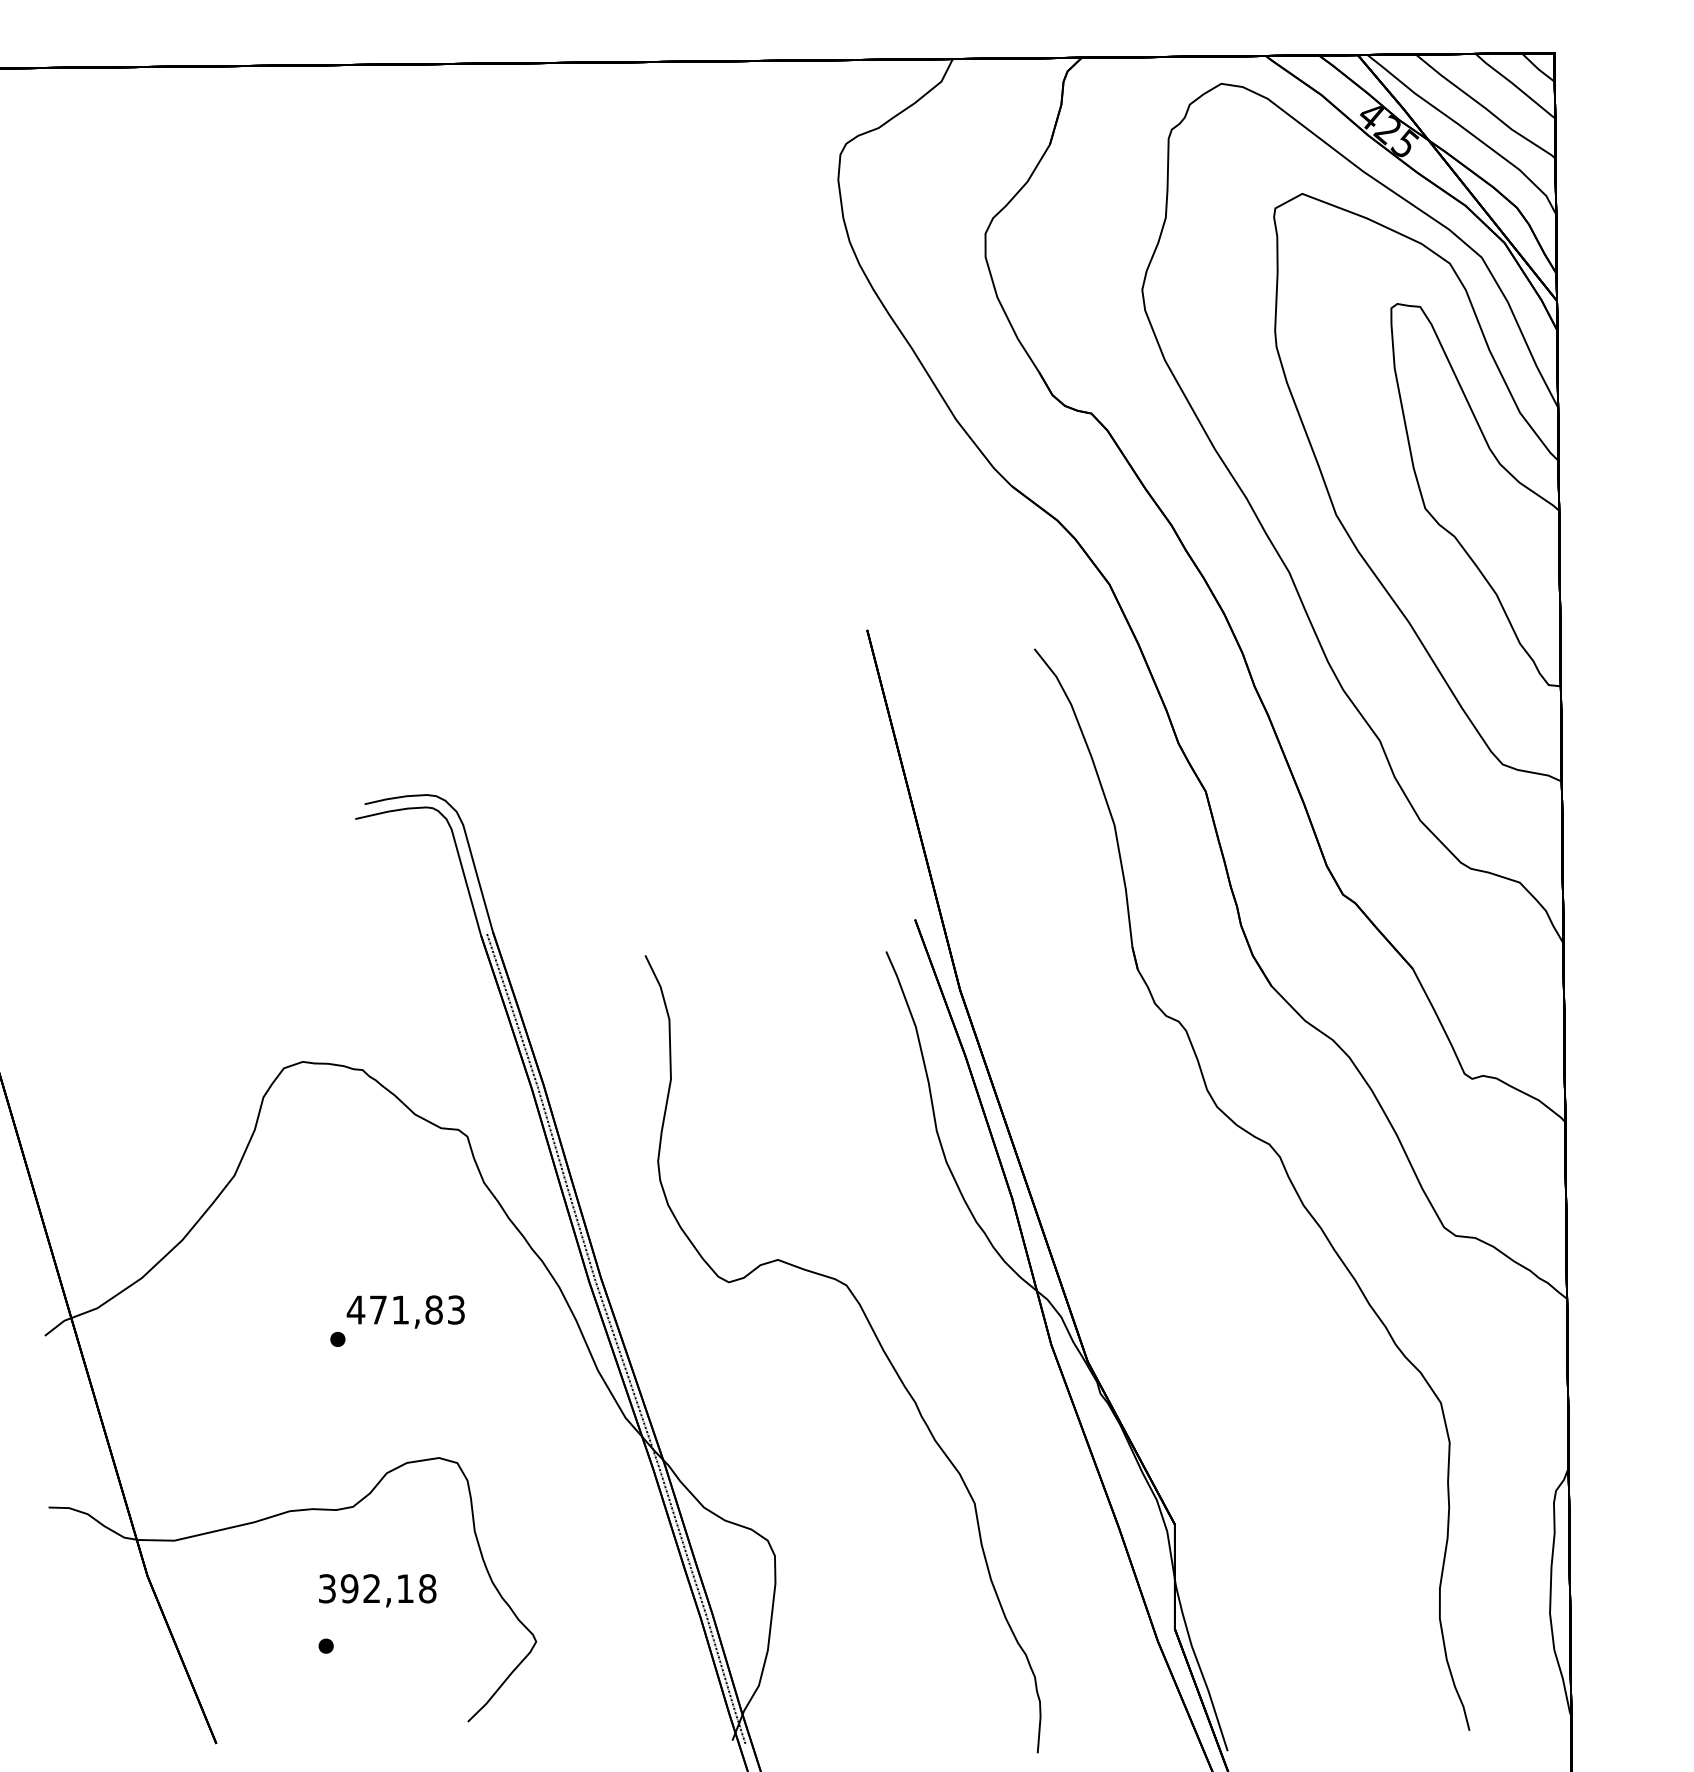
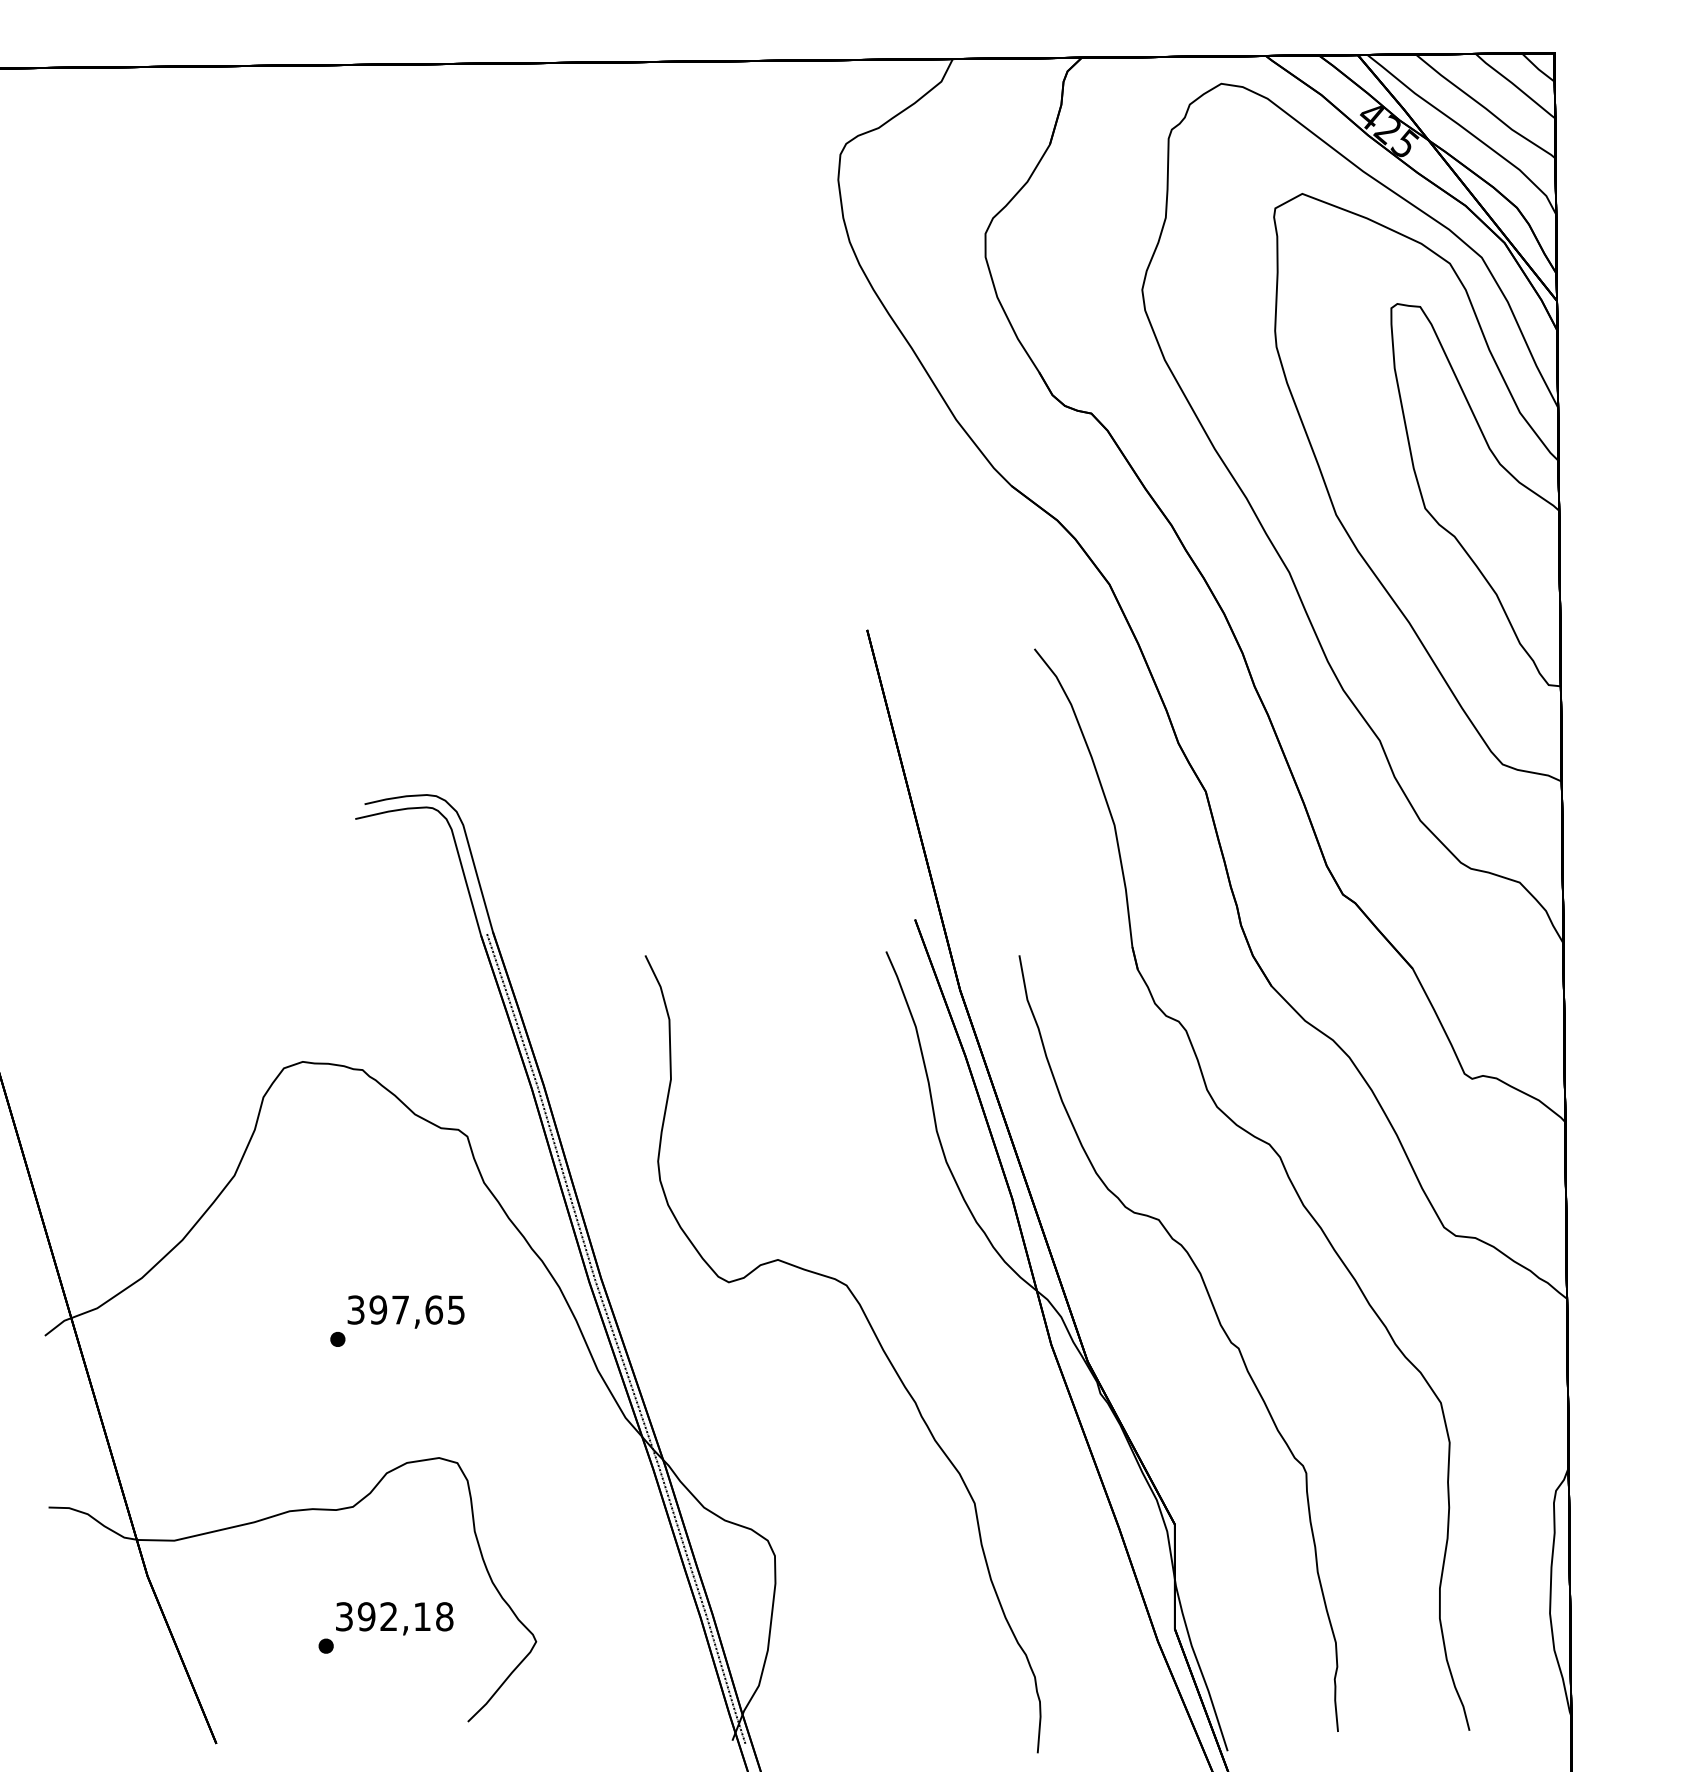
text at (405, 1309): 471,83 -> 397,65
part at (1218, 1322): none -> present
text at (377, 1590) position: (377, 1590) -> (394, 1618)
